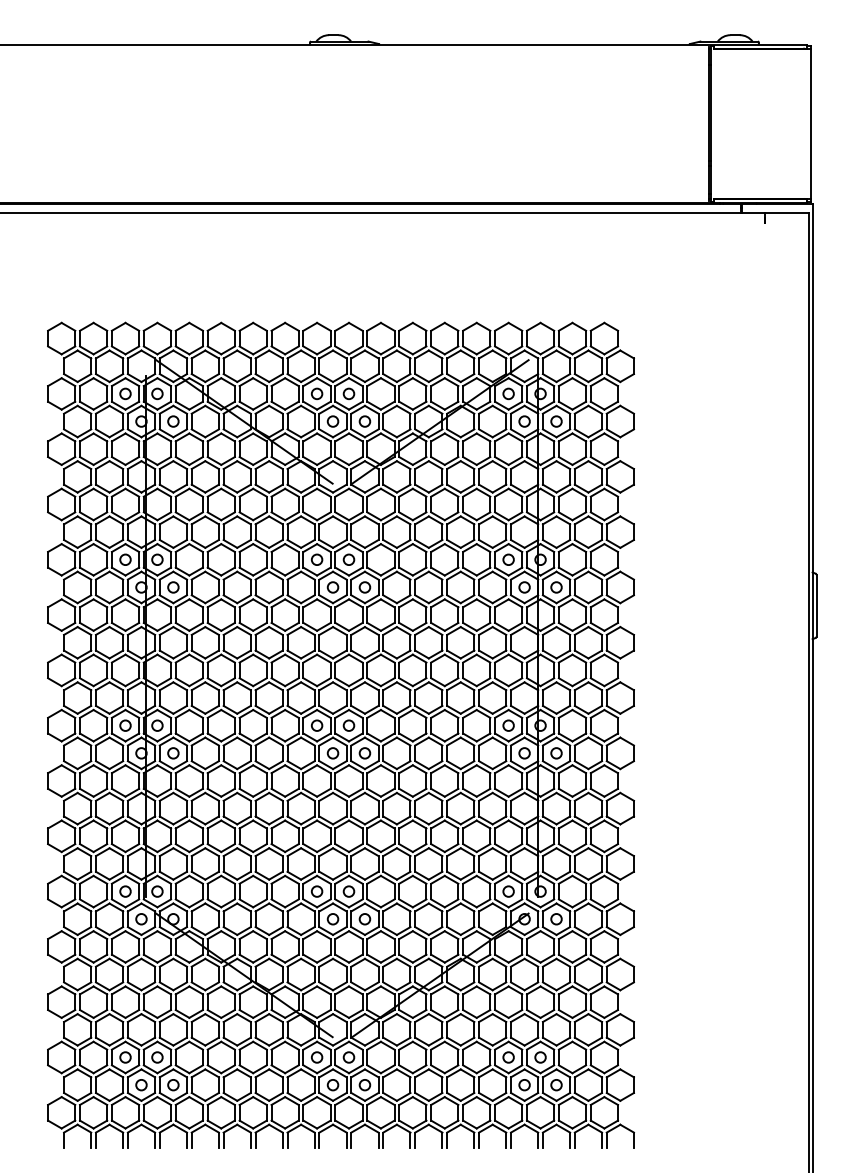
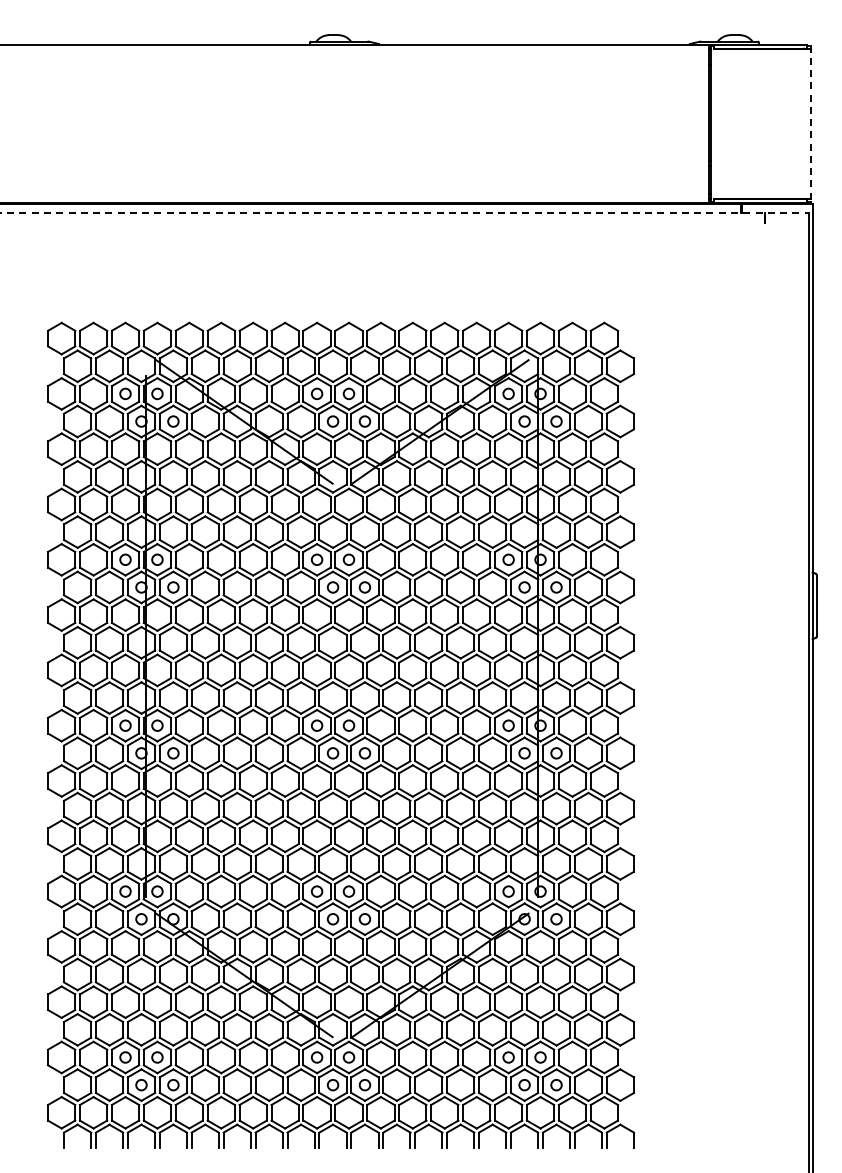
line at (811, 124): solid -> dashed
line at (404, 213): solid -> dashed
